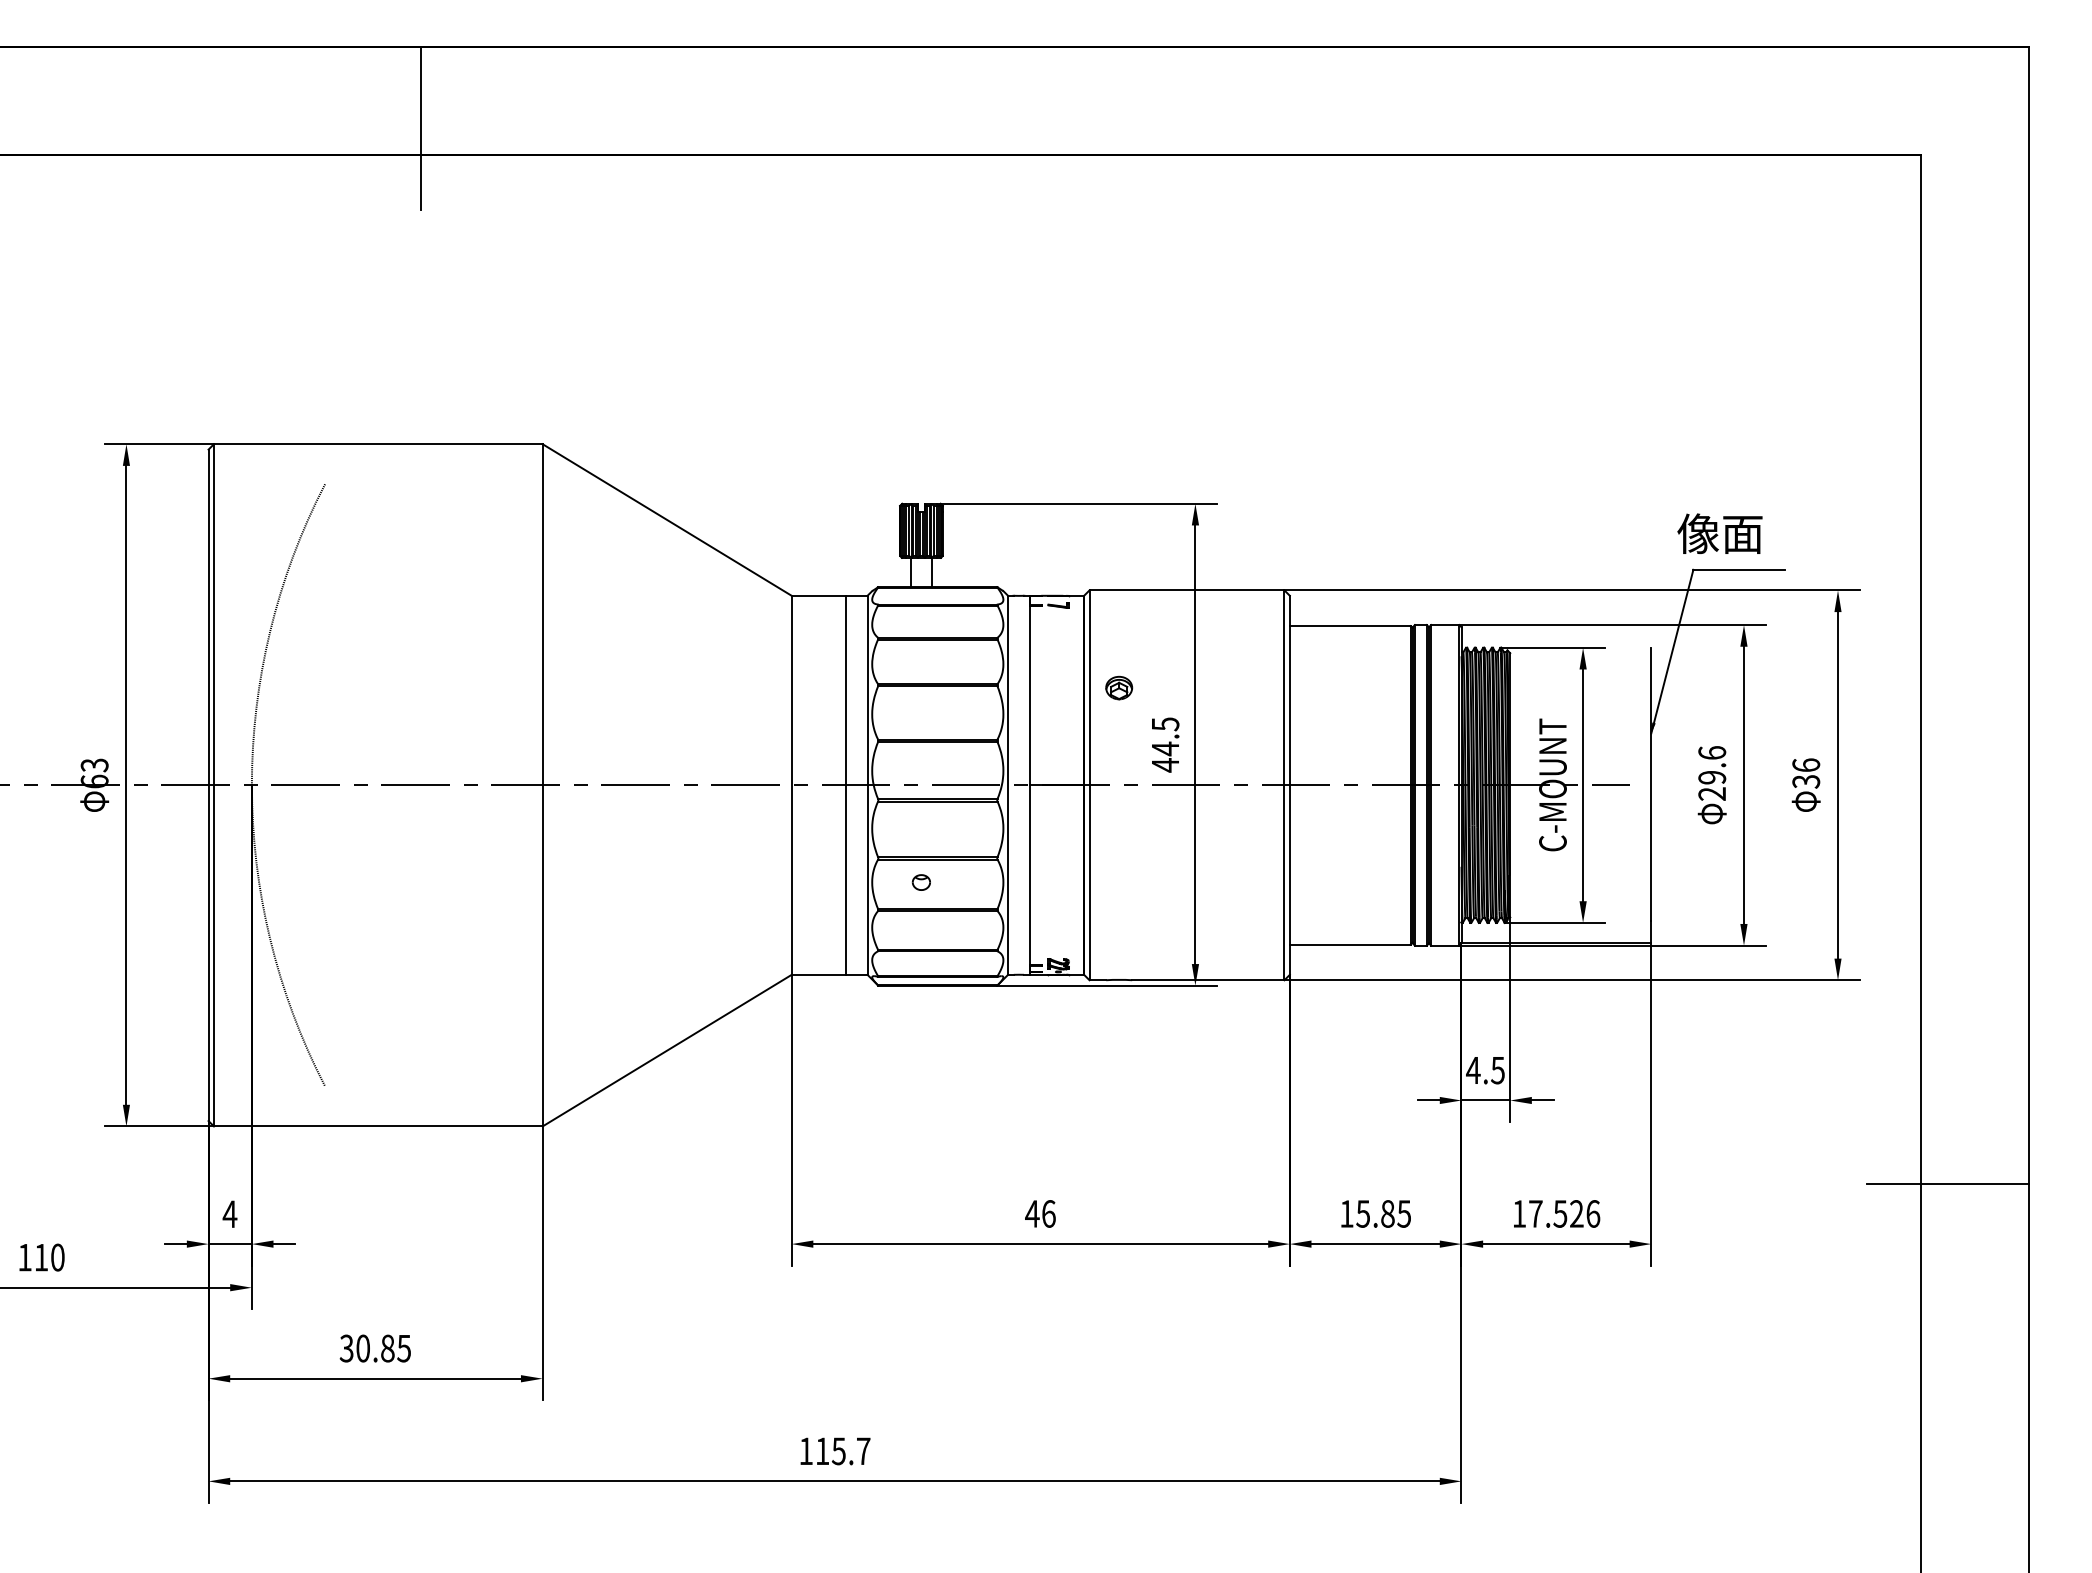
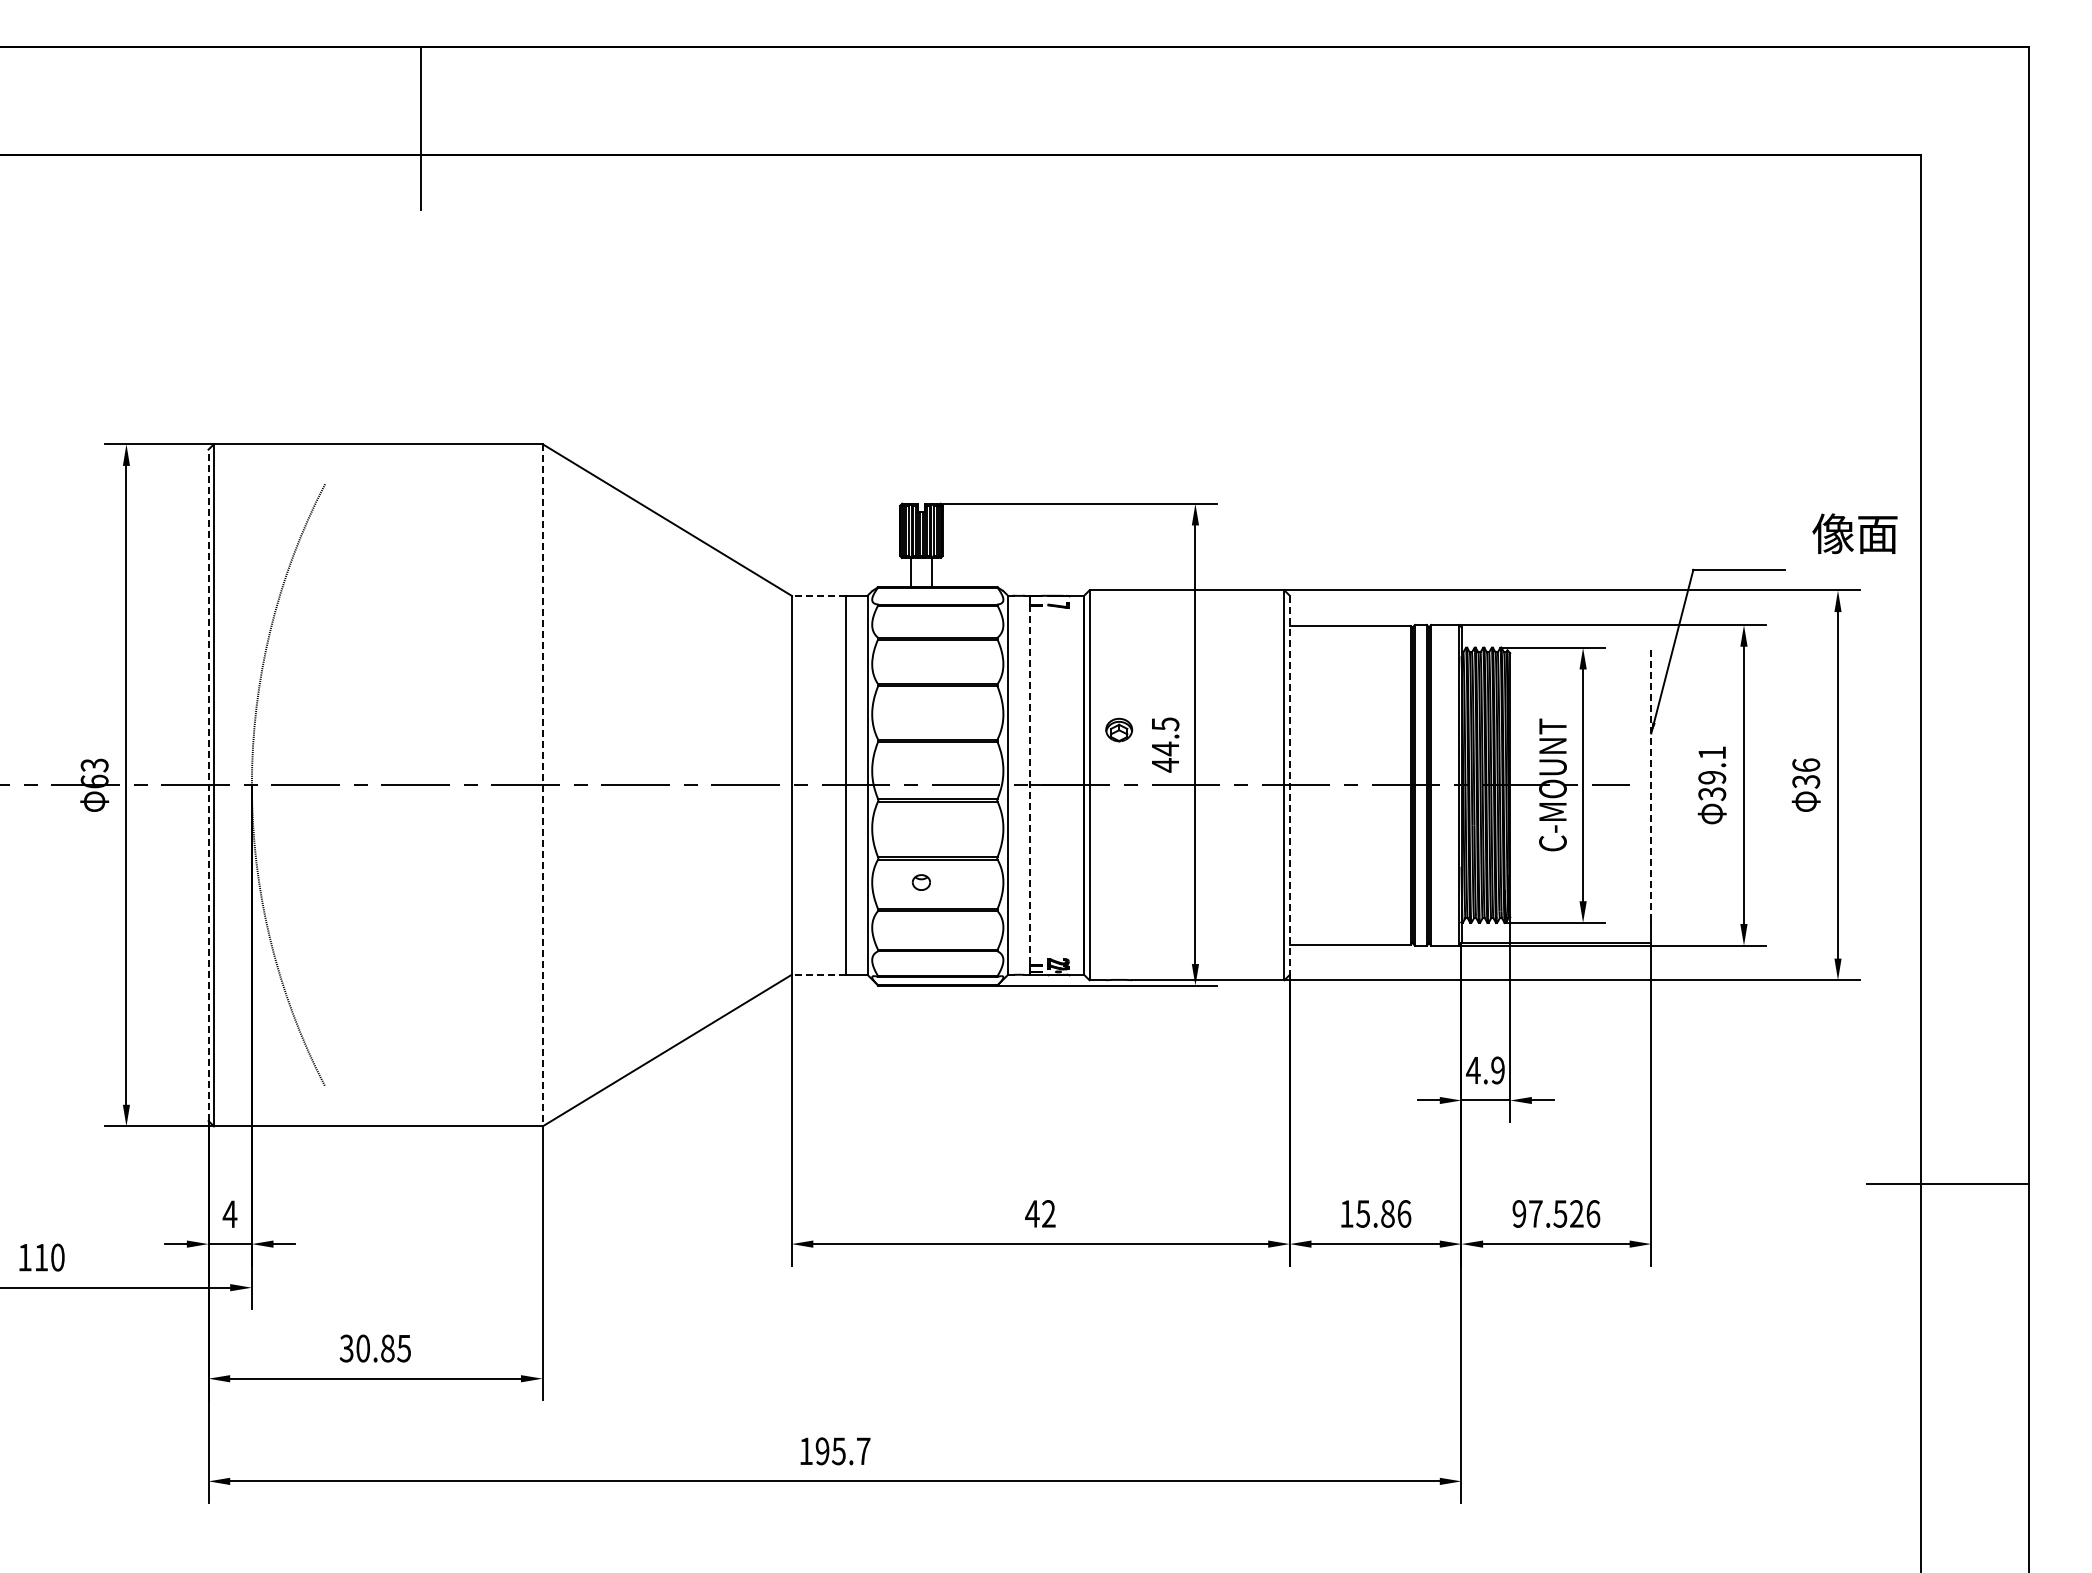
text at (1719, 533) position: (1719, 533) -> (1854, 533)
line at (818, 595): solid -> dashed
part at (1119, 687) position: (1119, 687) -> (1119, 729)
text at (1712, 773): 29.6 -> 39.1
line at (1029, 784): solid -> dashed
line at (1651, 784): solid -> dashed
line at (208, 785): solid -> dashed
line at (542, 785): solid -> dashed
line at (1289, 785): solid -> dashed
line at (818, 974): solid -> dashed
text at (1497, 1070): 4.5 -> 4.9
text at (1048, 1213): 46 -> 42
text at (1404, 1213): 15.85 -> 15.86
text at (1519, 1213): 17.526 -> 97.526
text at (822, 1451): 115.7 -> 195.7
